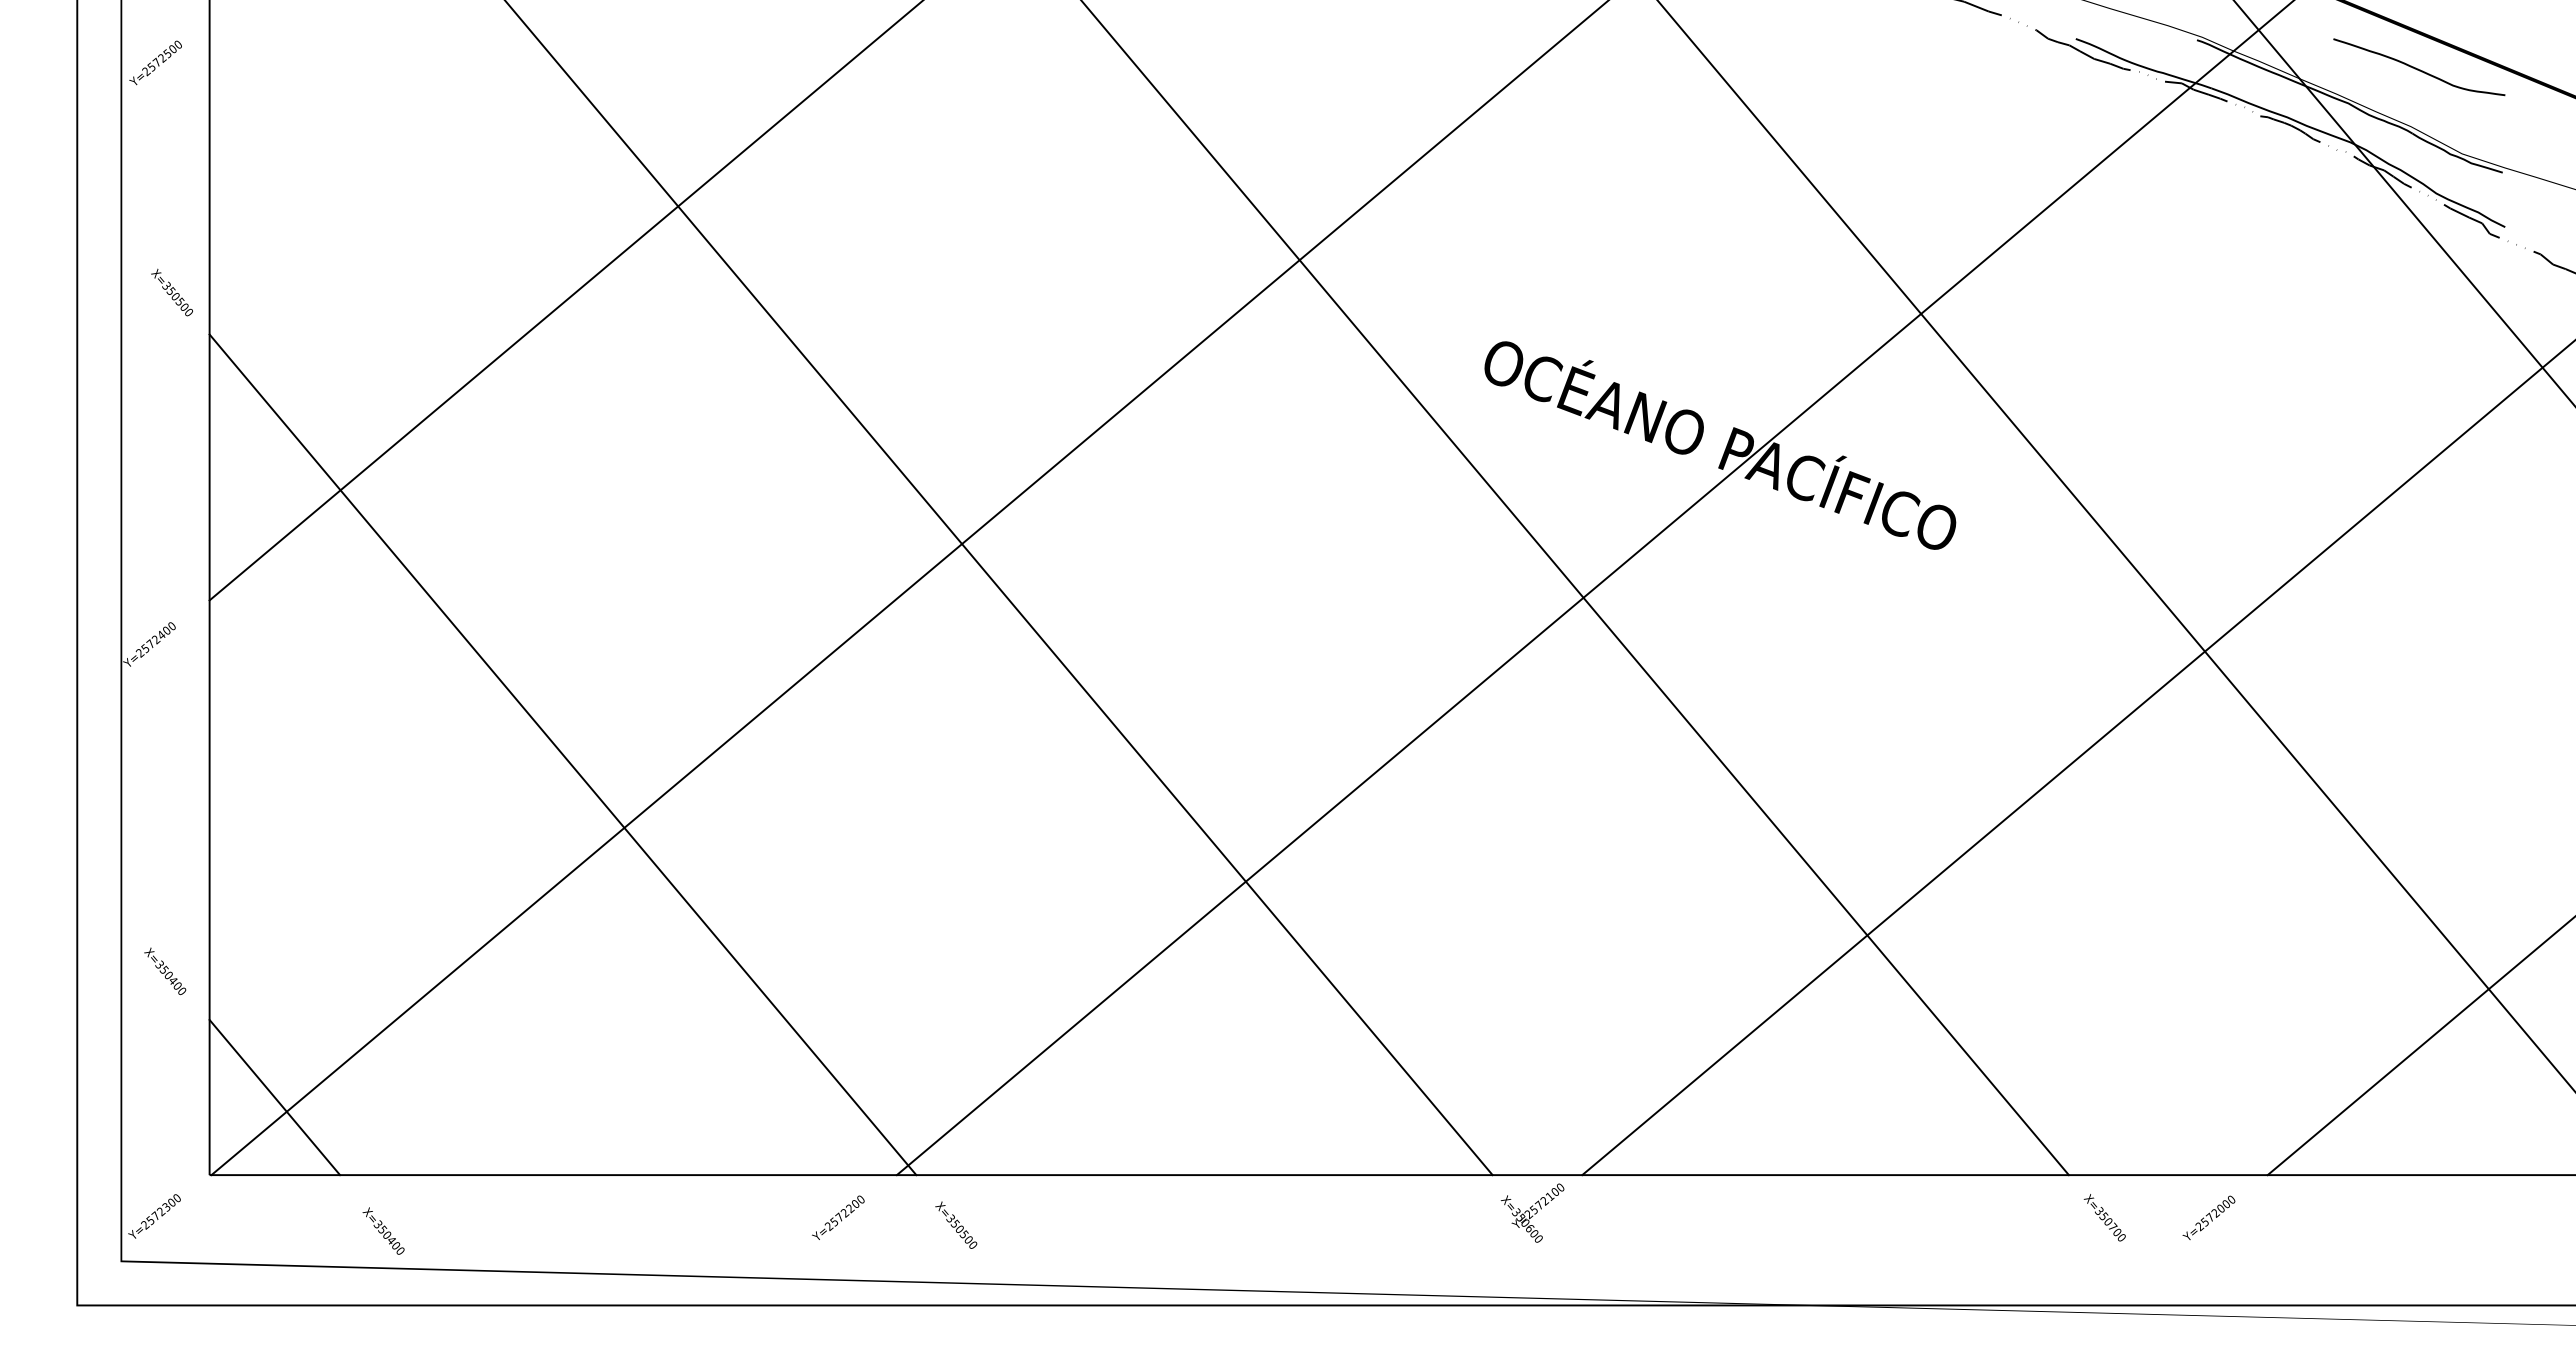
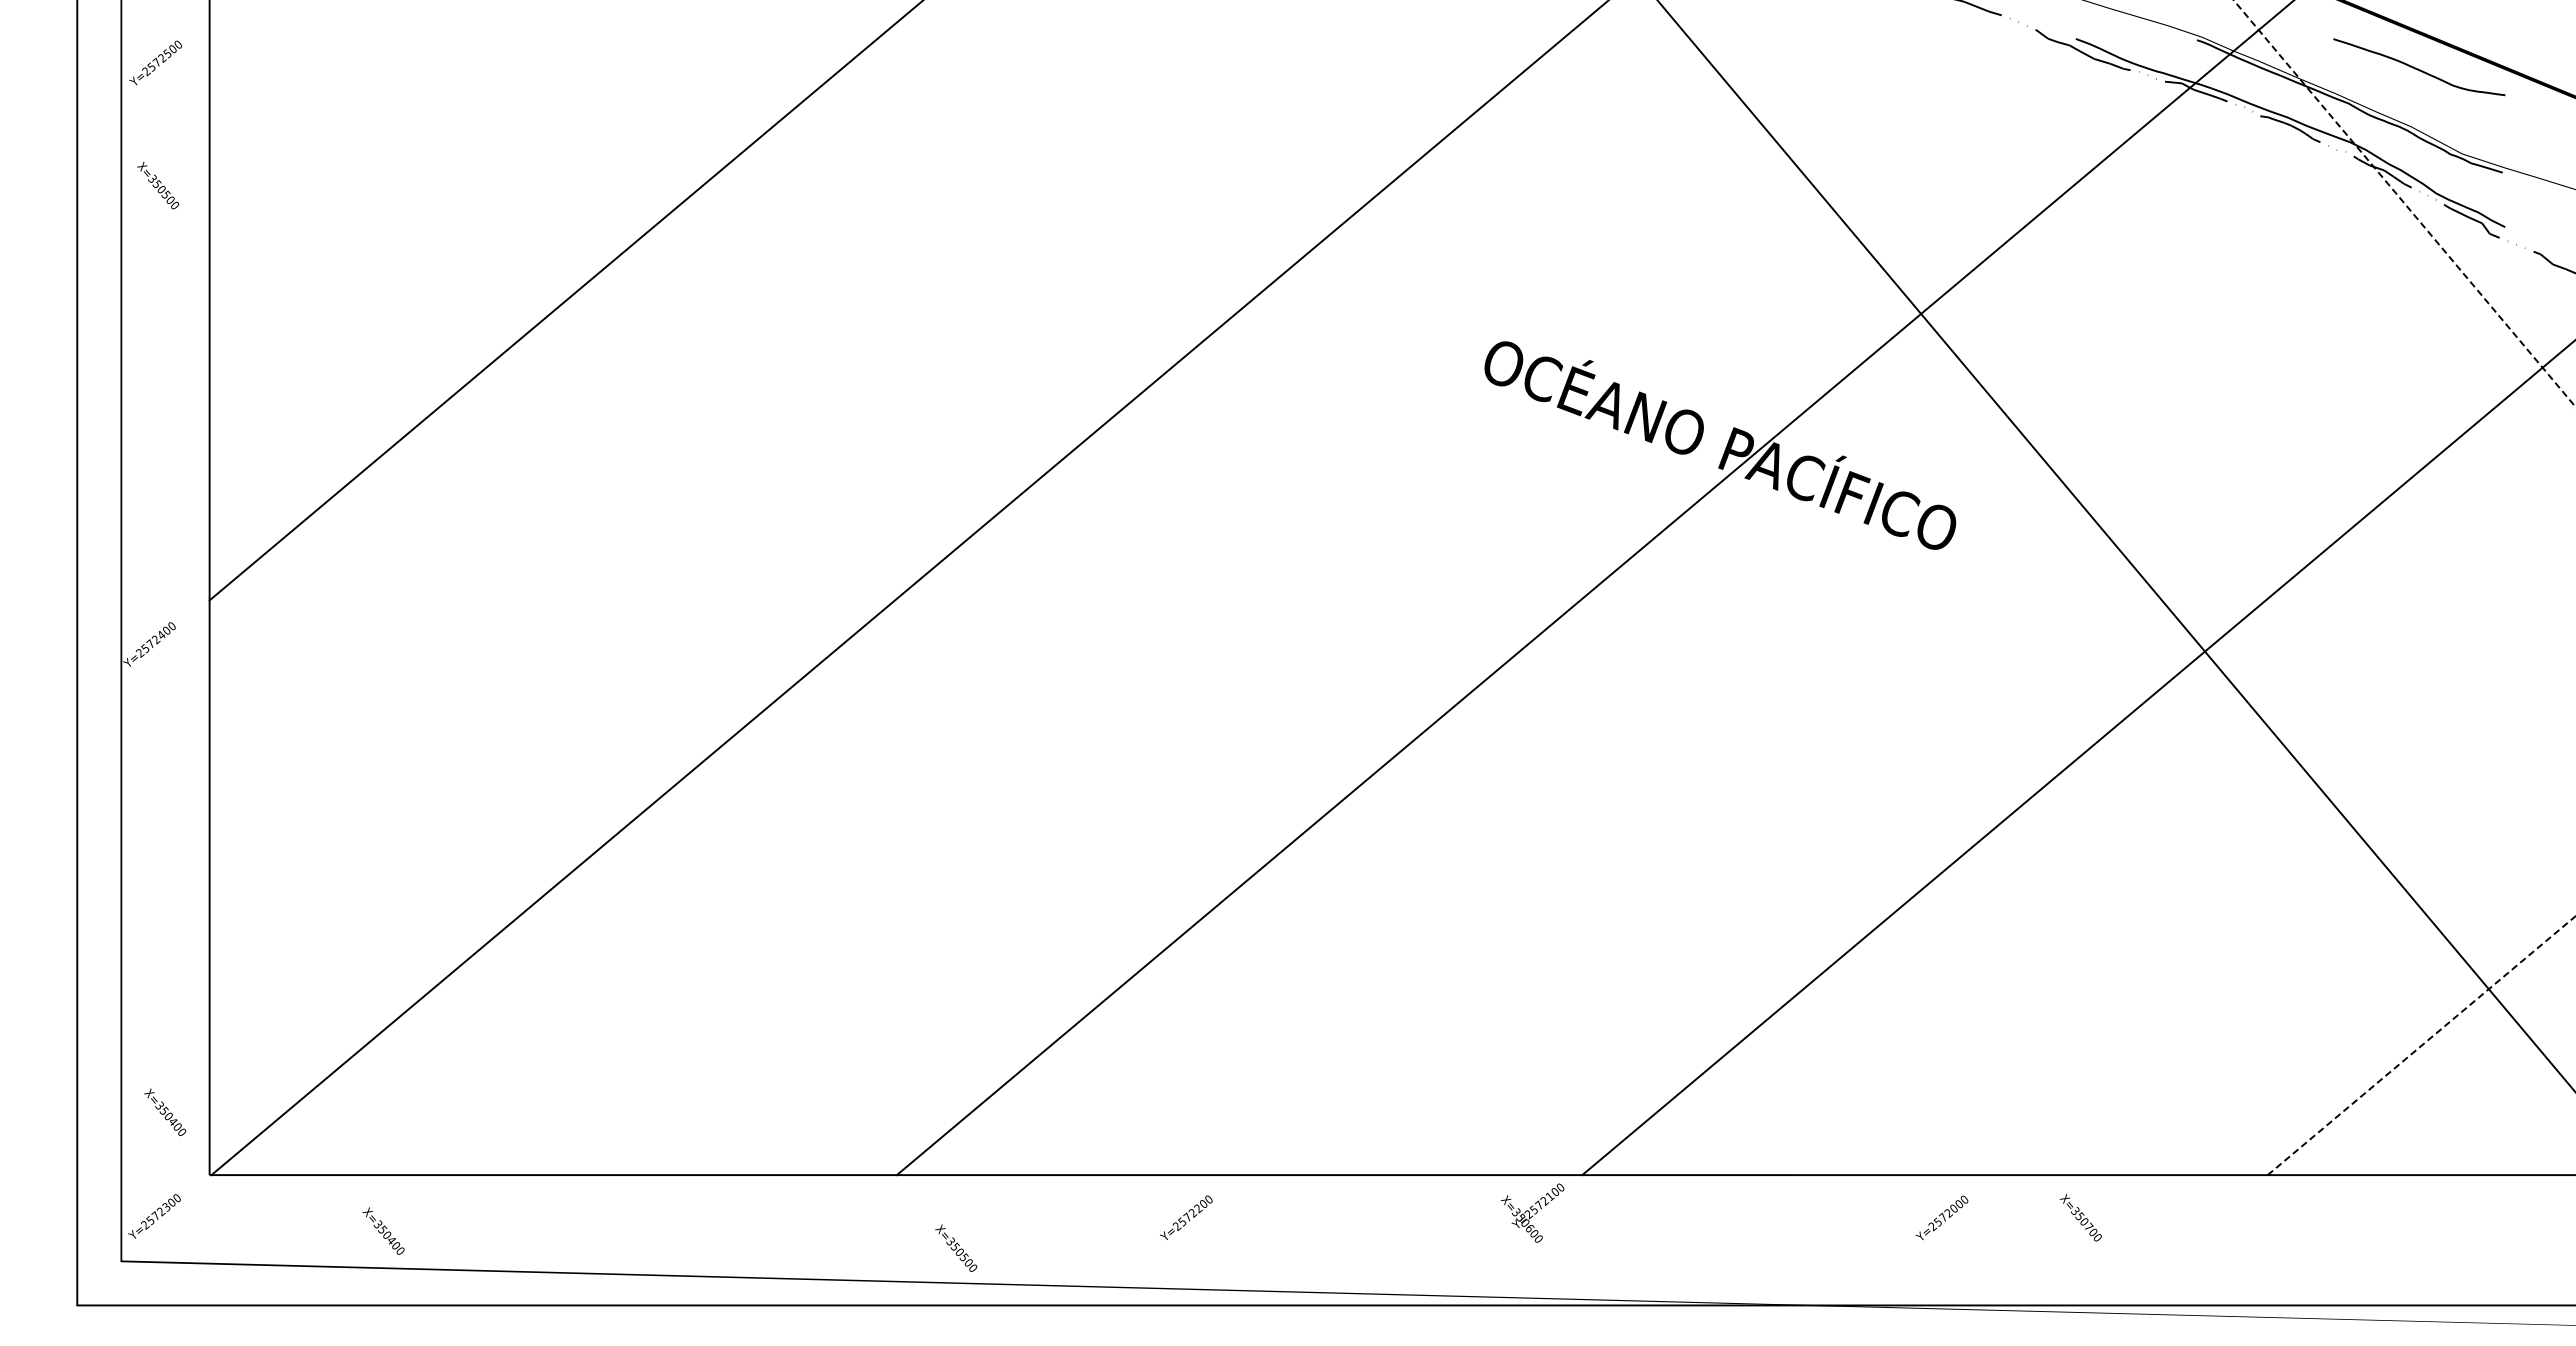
line at (2404, 203): solid -> dashed
text at (171, 292) position: (171, 292) -> (157, 185)
line at (999, 588): present -> none
line at (1575, 588): present -> none
line at (562, 754): present -> none
text at (165, 971) position: (165, 971) -> (165, 1112)
line at (2421, 1045): solid -> dashed
line at (274, 1097): present -> none
text at (838, 1217) position: (838, 1217) -> (1186, 1217)
text at (2104, 1217) position: (2104, 1217) -> (2080, 1217)
text at (2208, 1217) position: (2208, 1217) -> (1941, 1217)
text at (956, 1224) position: (956, 1224) -> (956, 1247)
